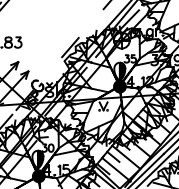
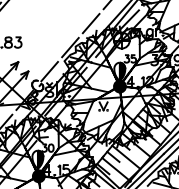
line at (90, 23): none -> present
line at (49, 71): none -> present
